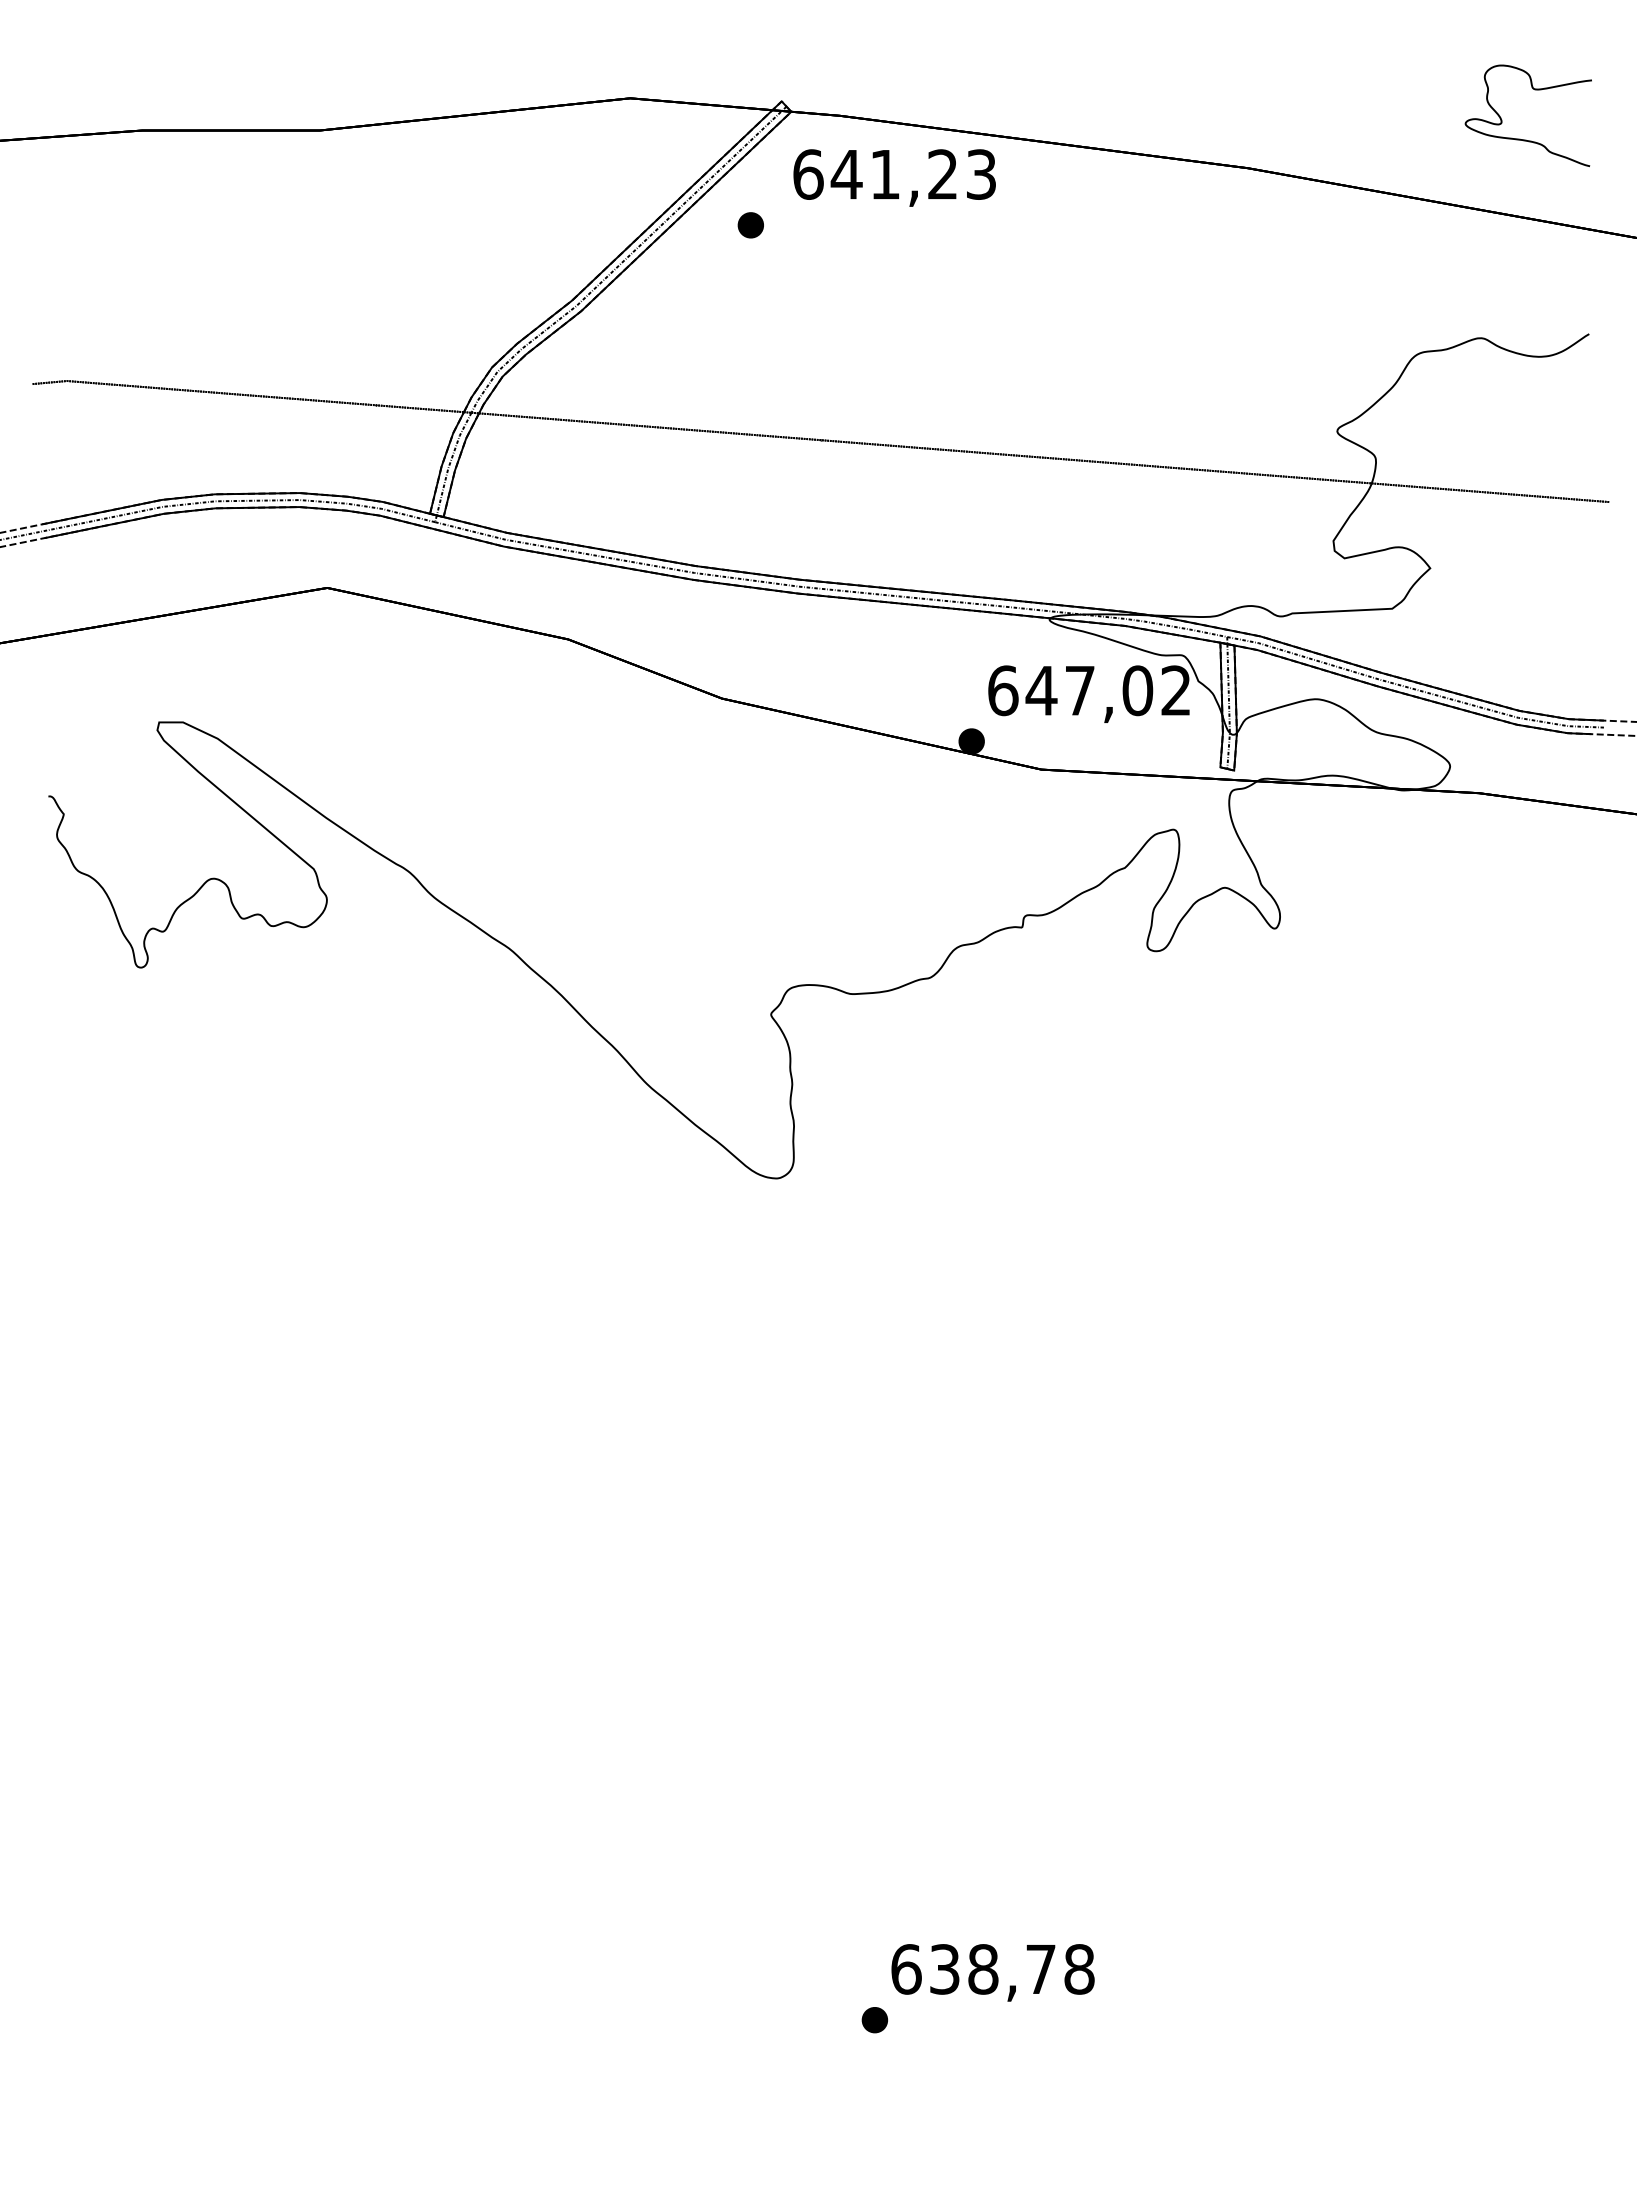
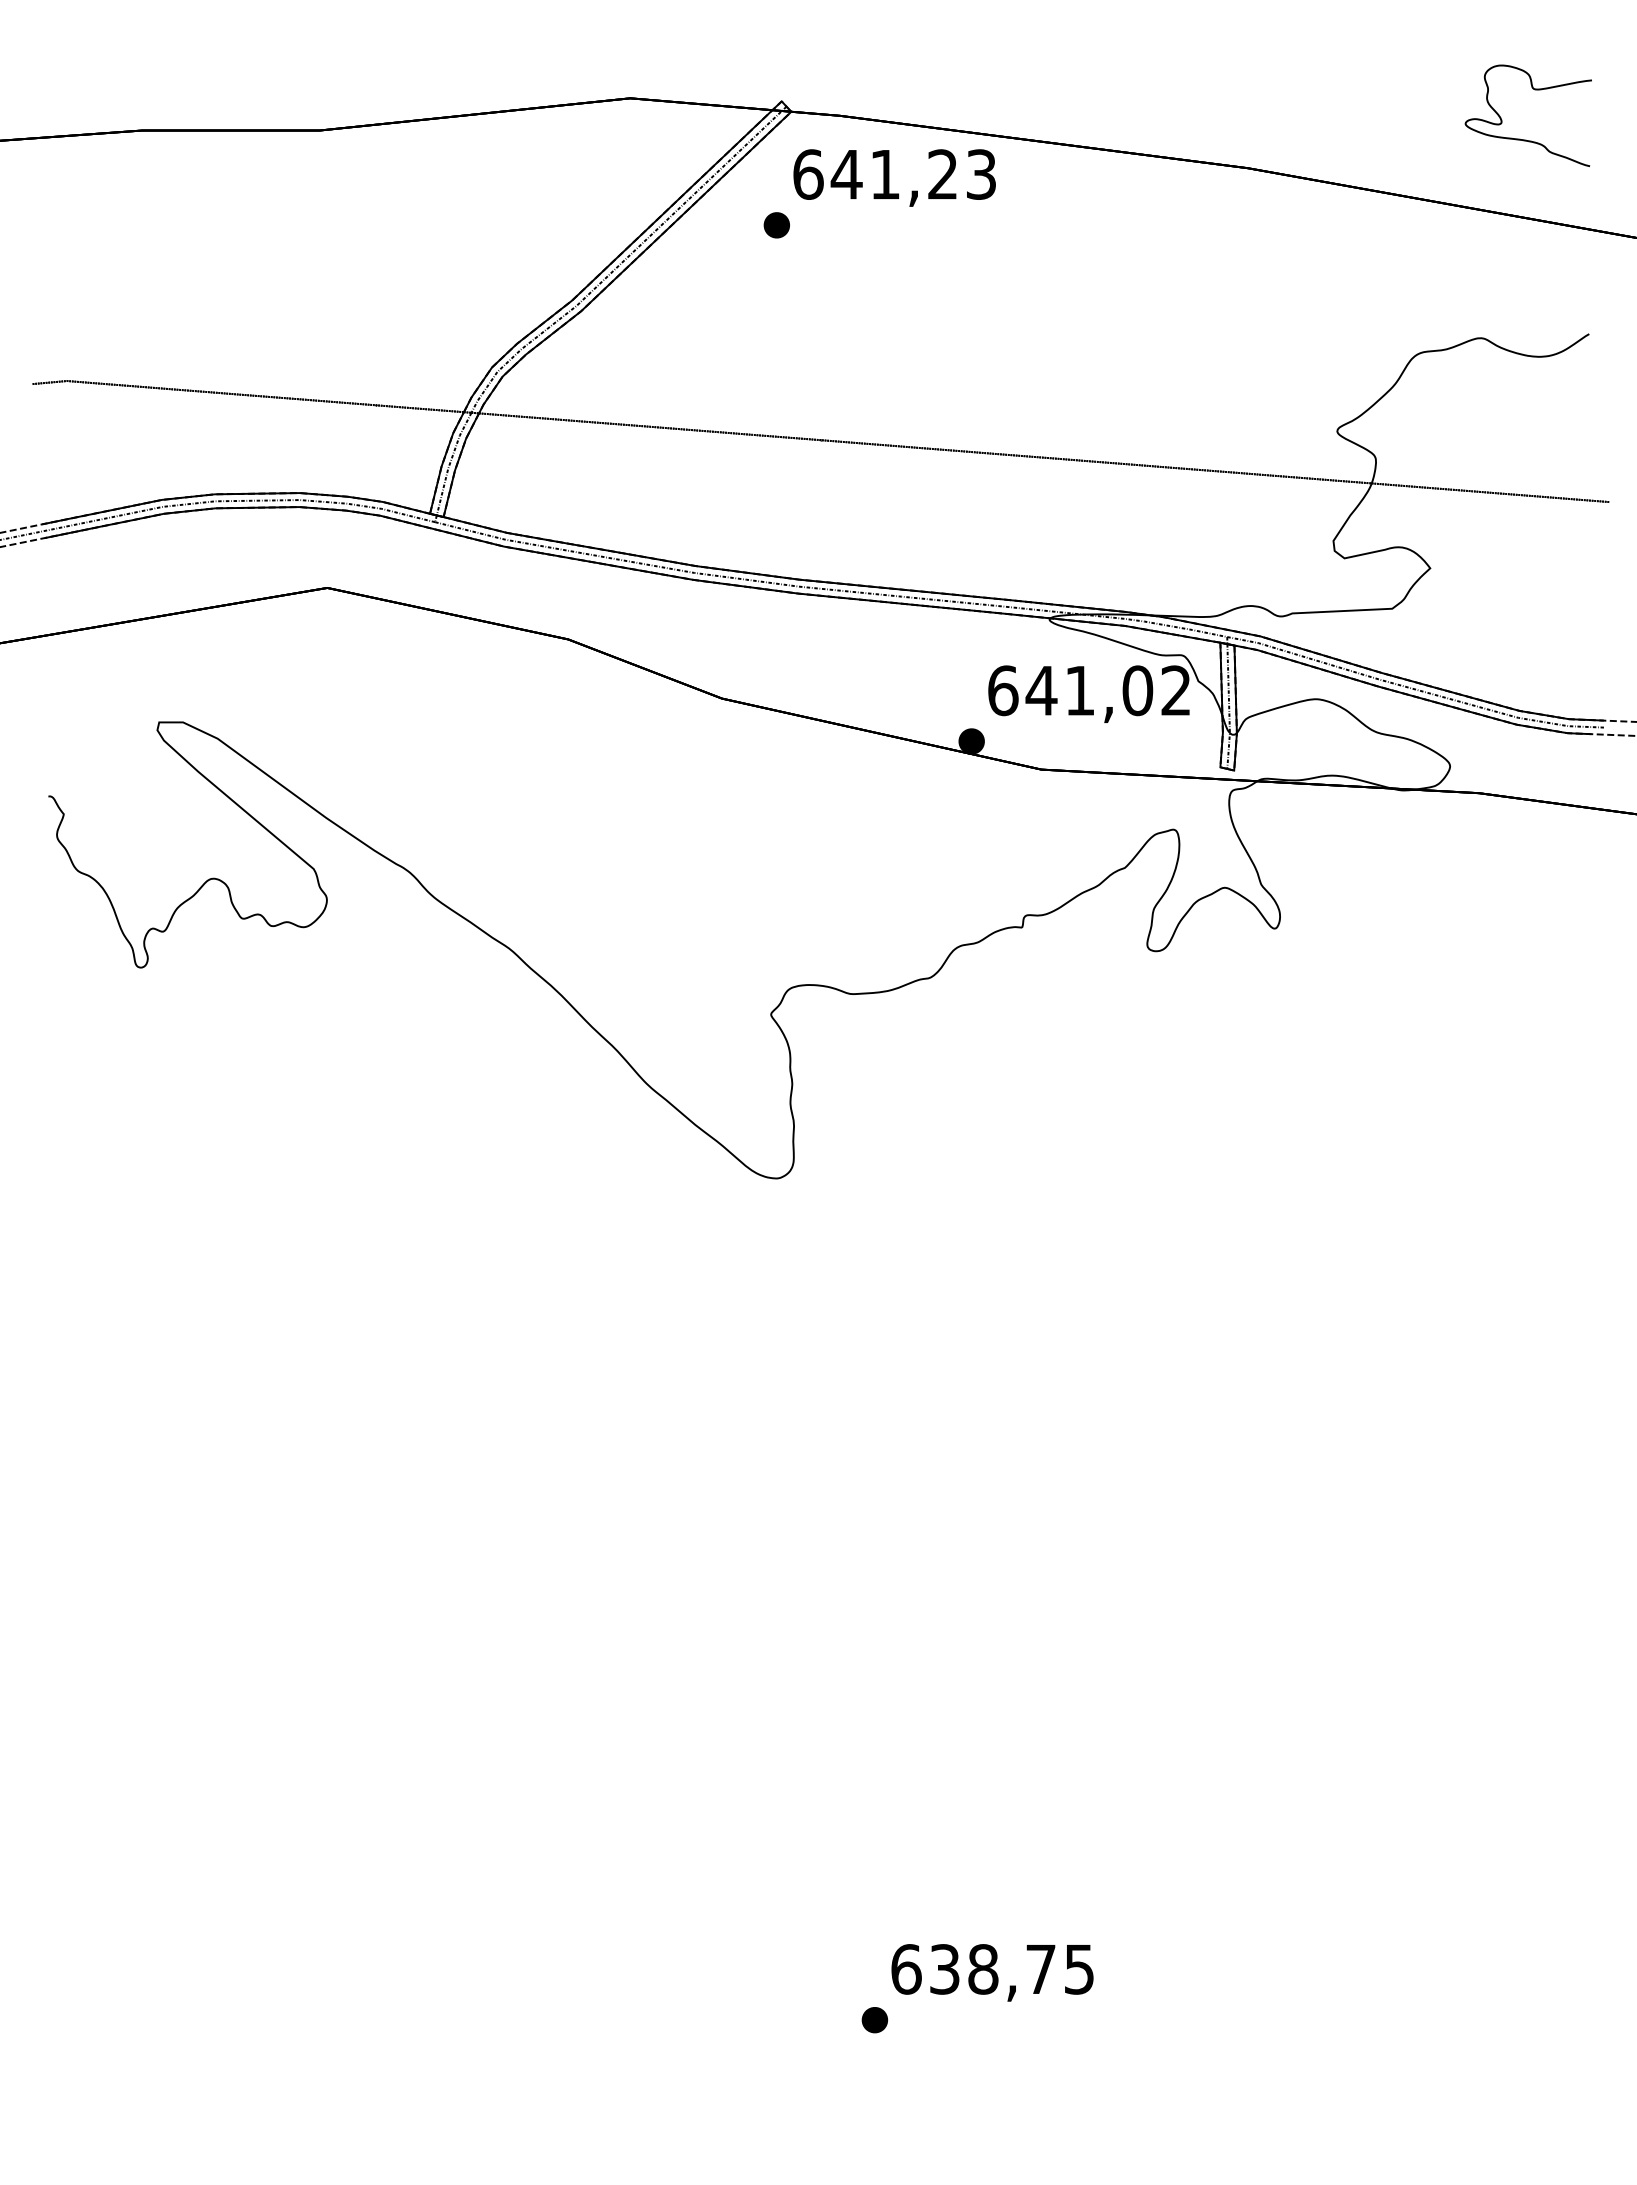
part at (750, 225) position: (750, 225) -> (776, 225)
text at (1080, 690): 647,02 -> 641,02
text at (1079, 1969): 638,78 -> 638,75
